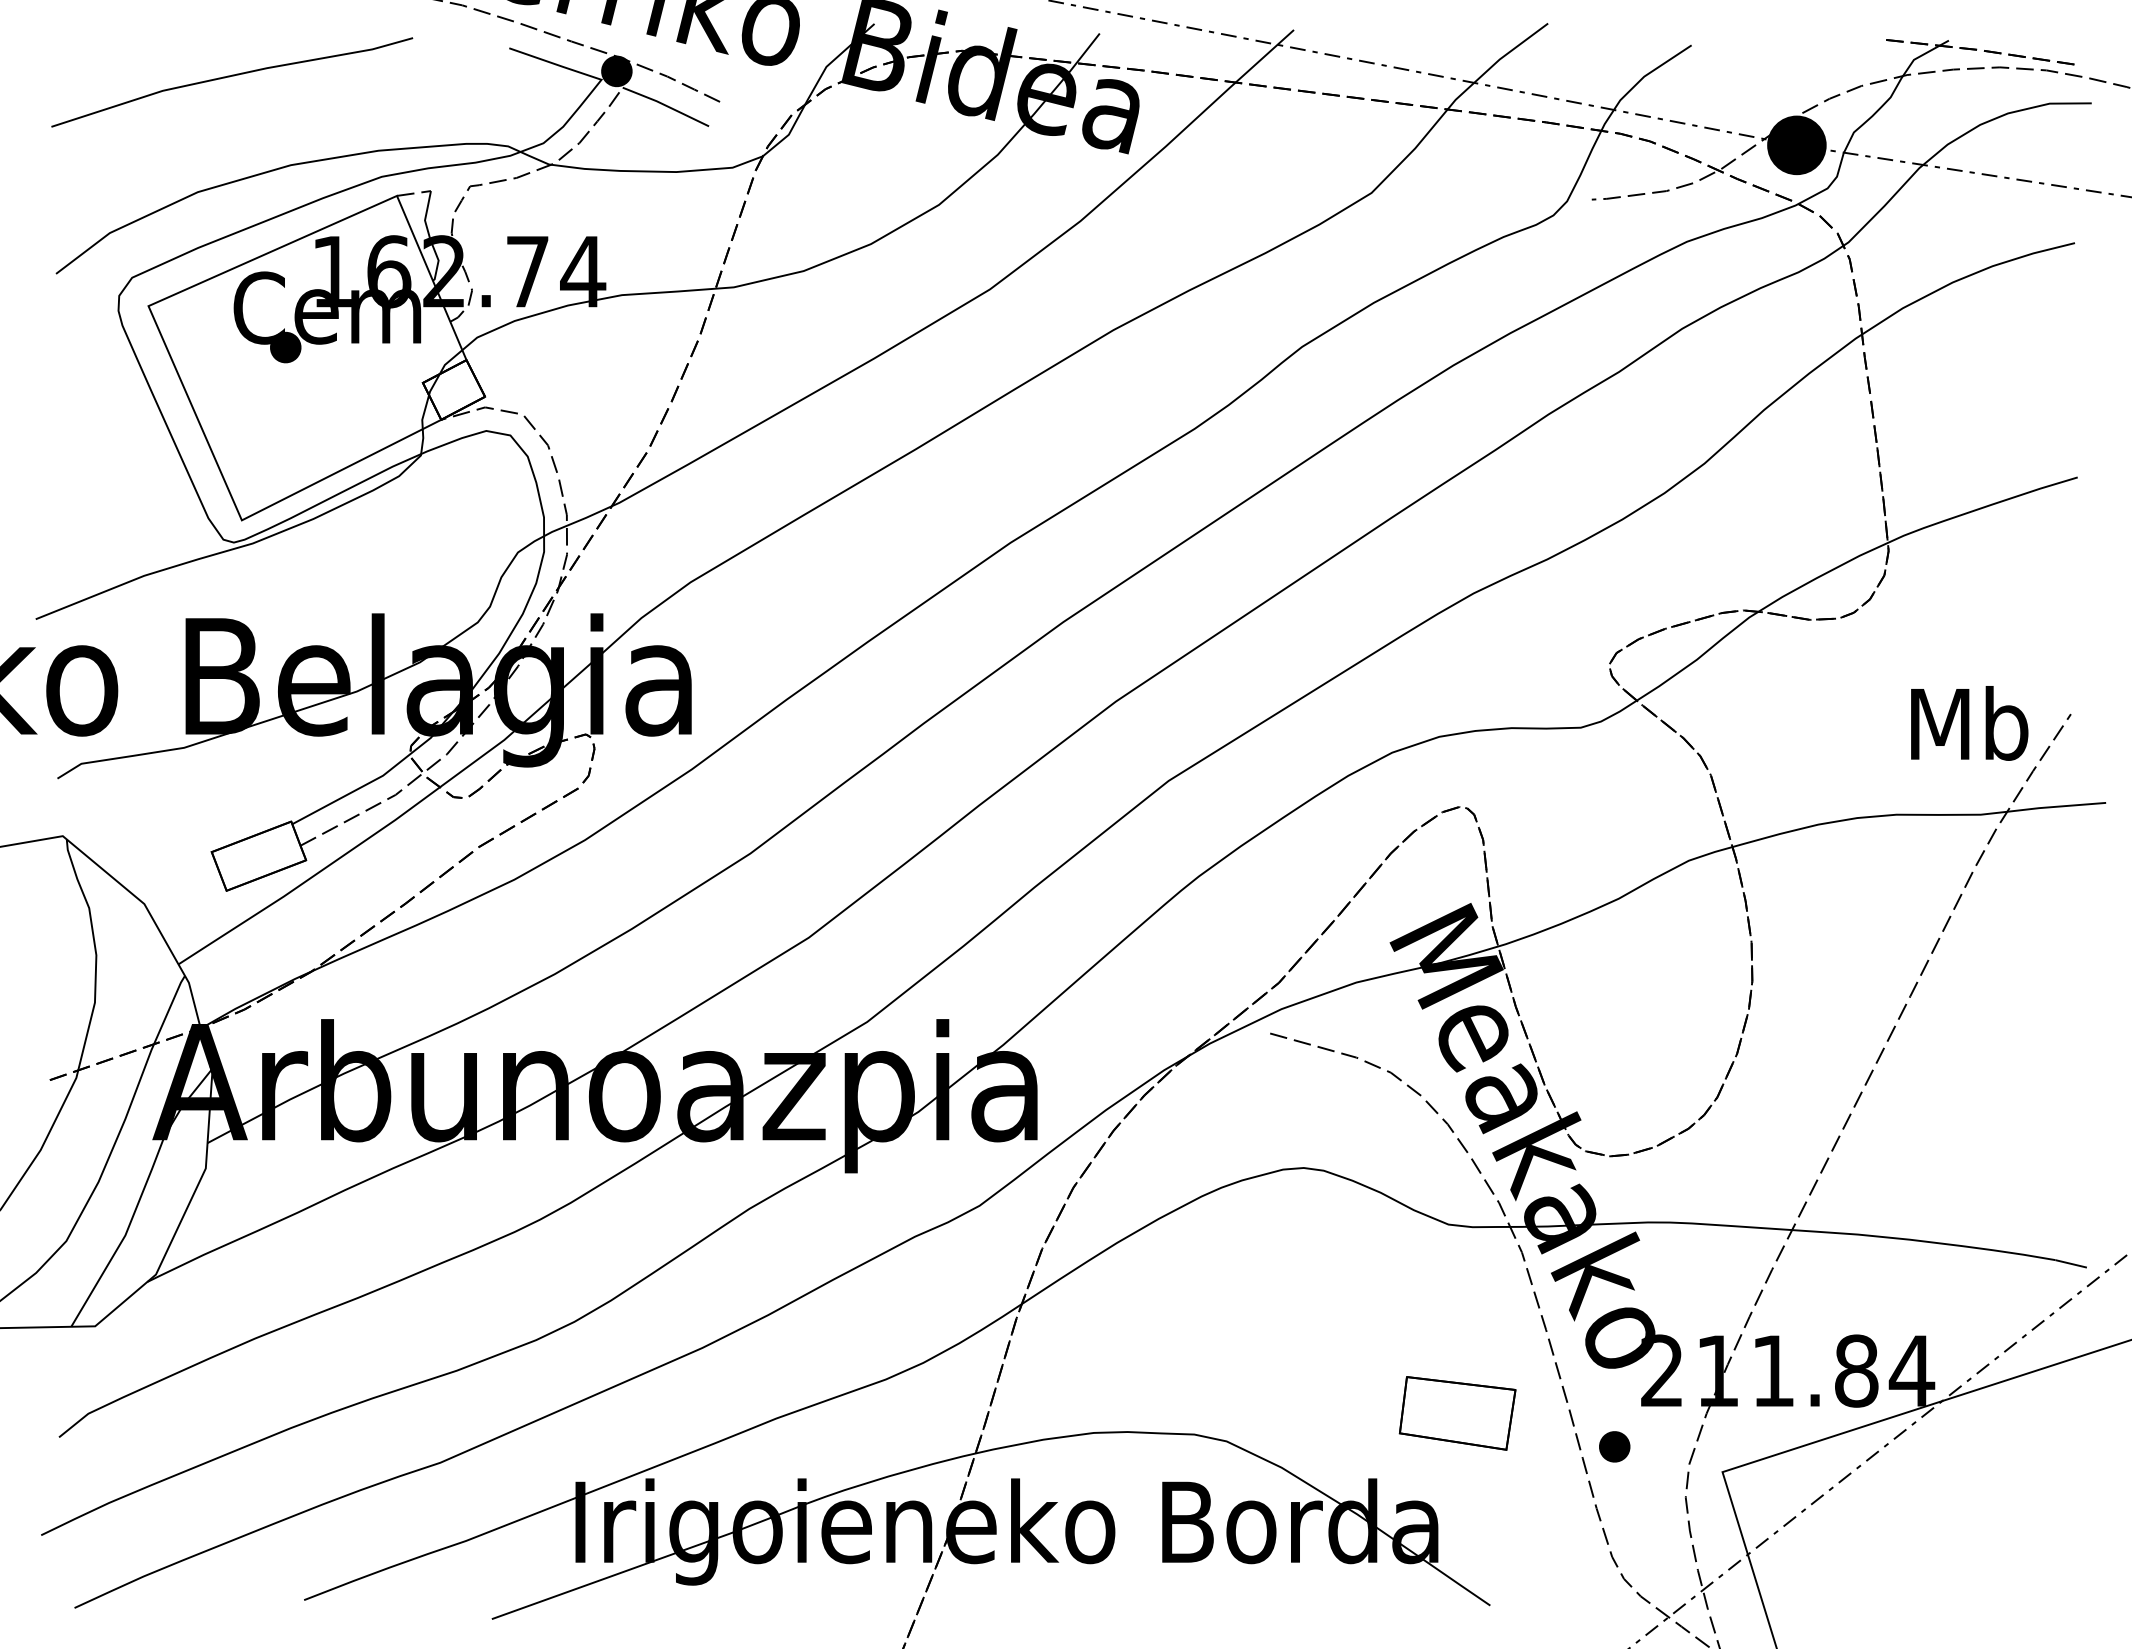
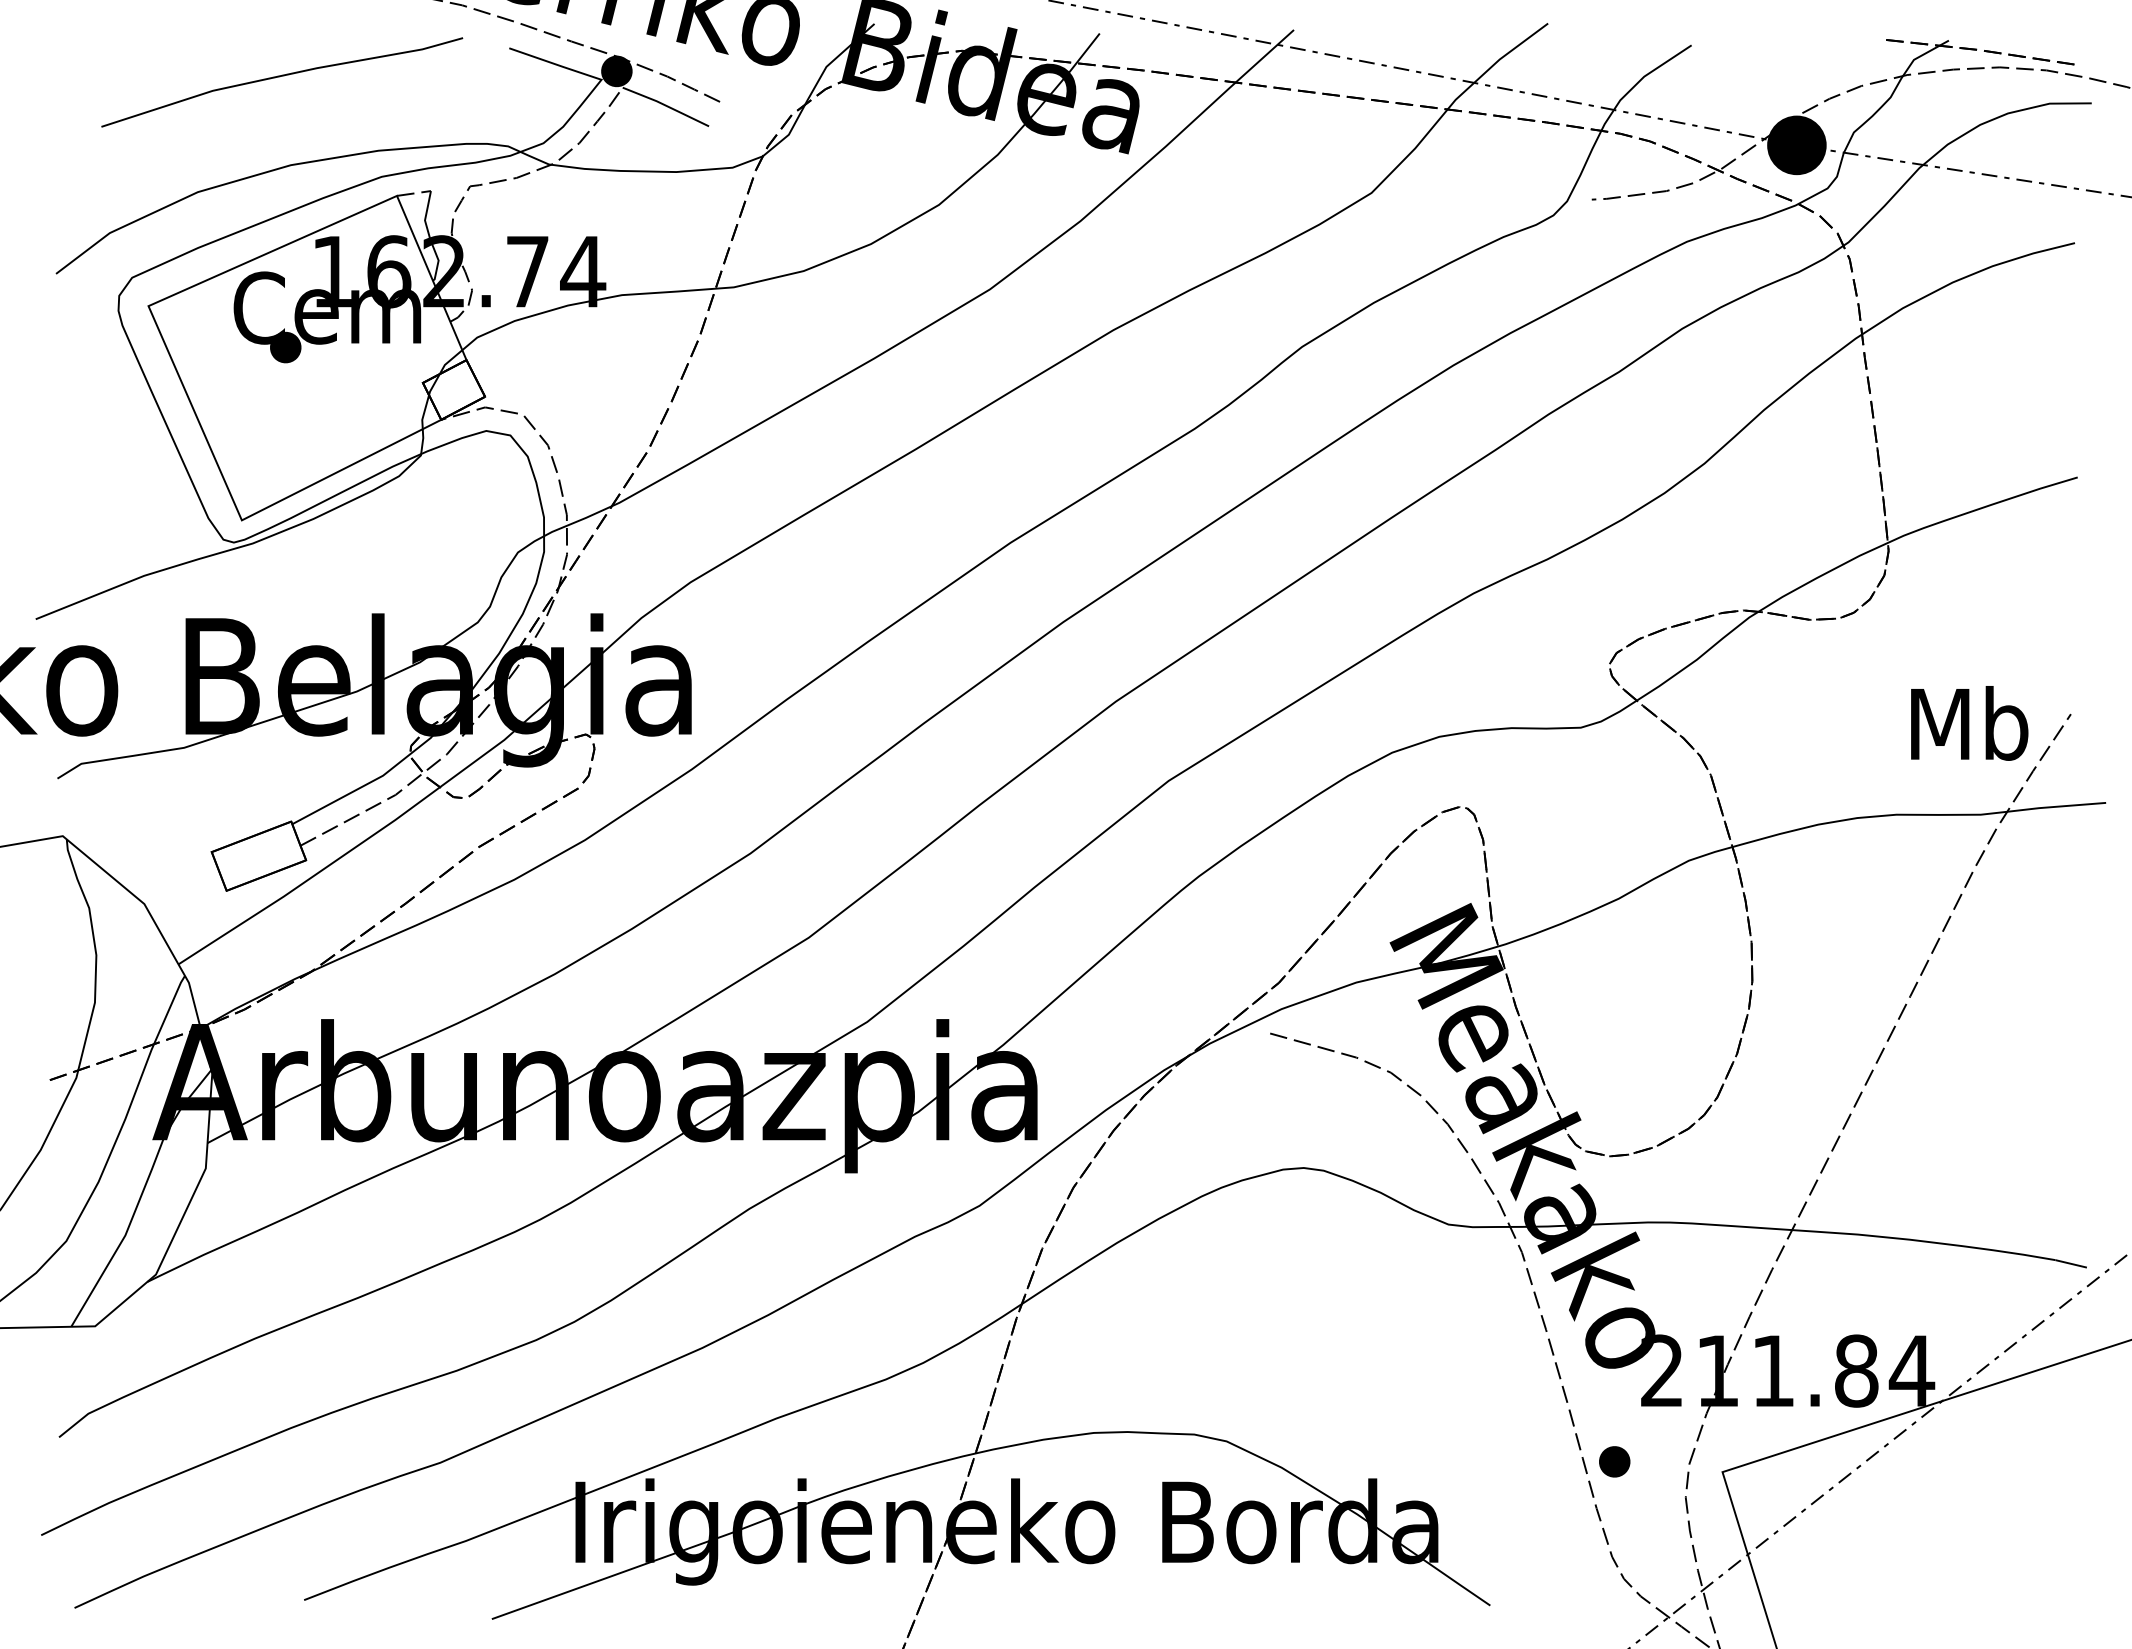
line at (229, 77) position: (229, 77) -> (279, 77)
part at (1457, 1413): present -> none
part at (1614, 1446) position: (1614, 1446) -> (1614, 1461)
